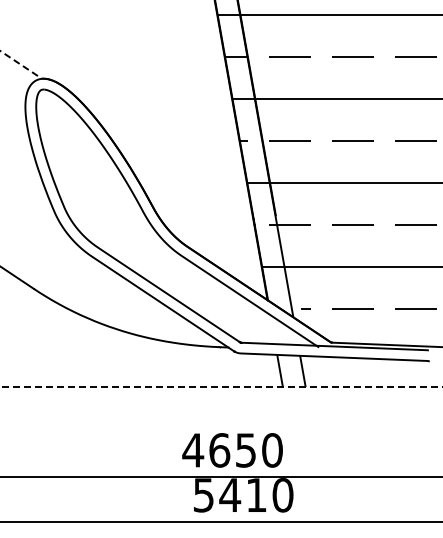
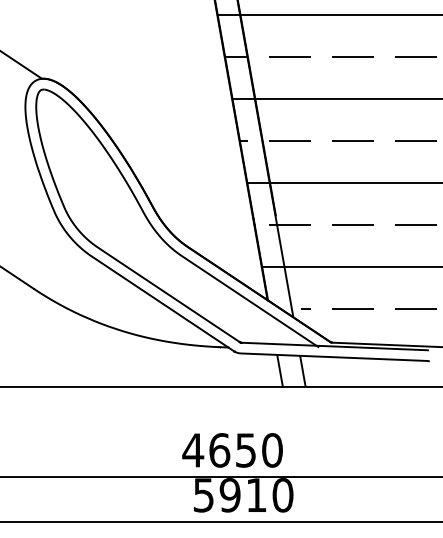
line at (21, 64): dashed -> solid
line at (221, 387): dashed -> solid
text at (230, 495): 5410 -> 5910
